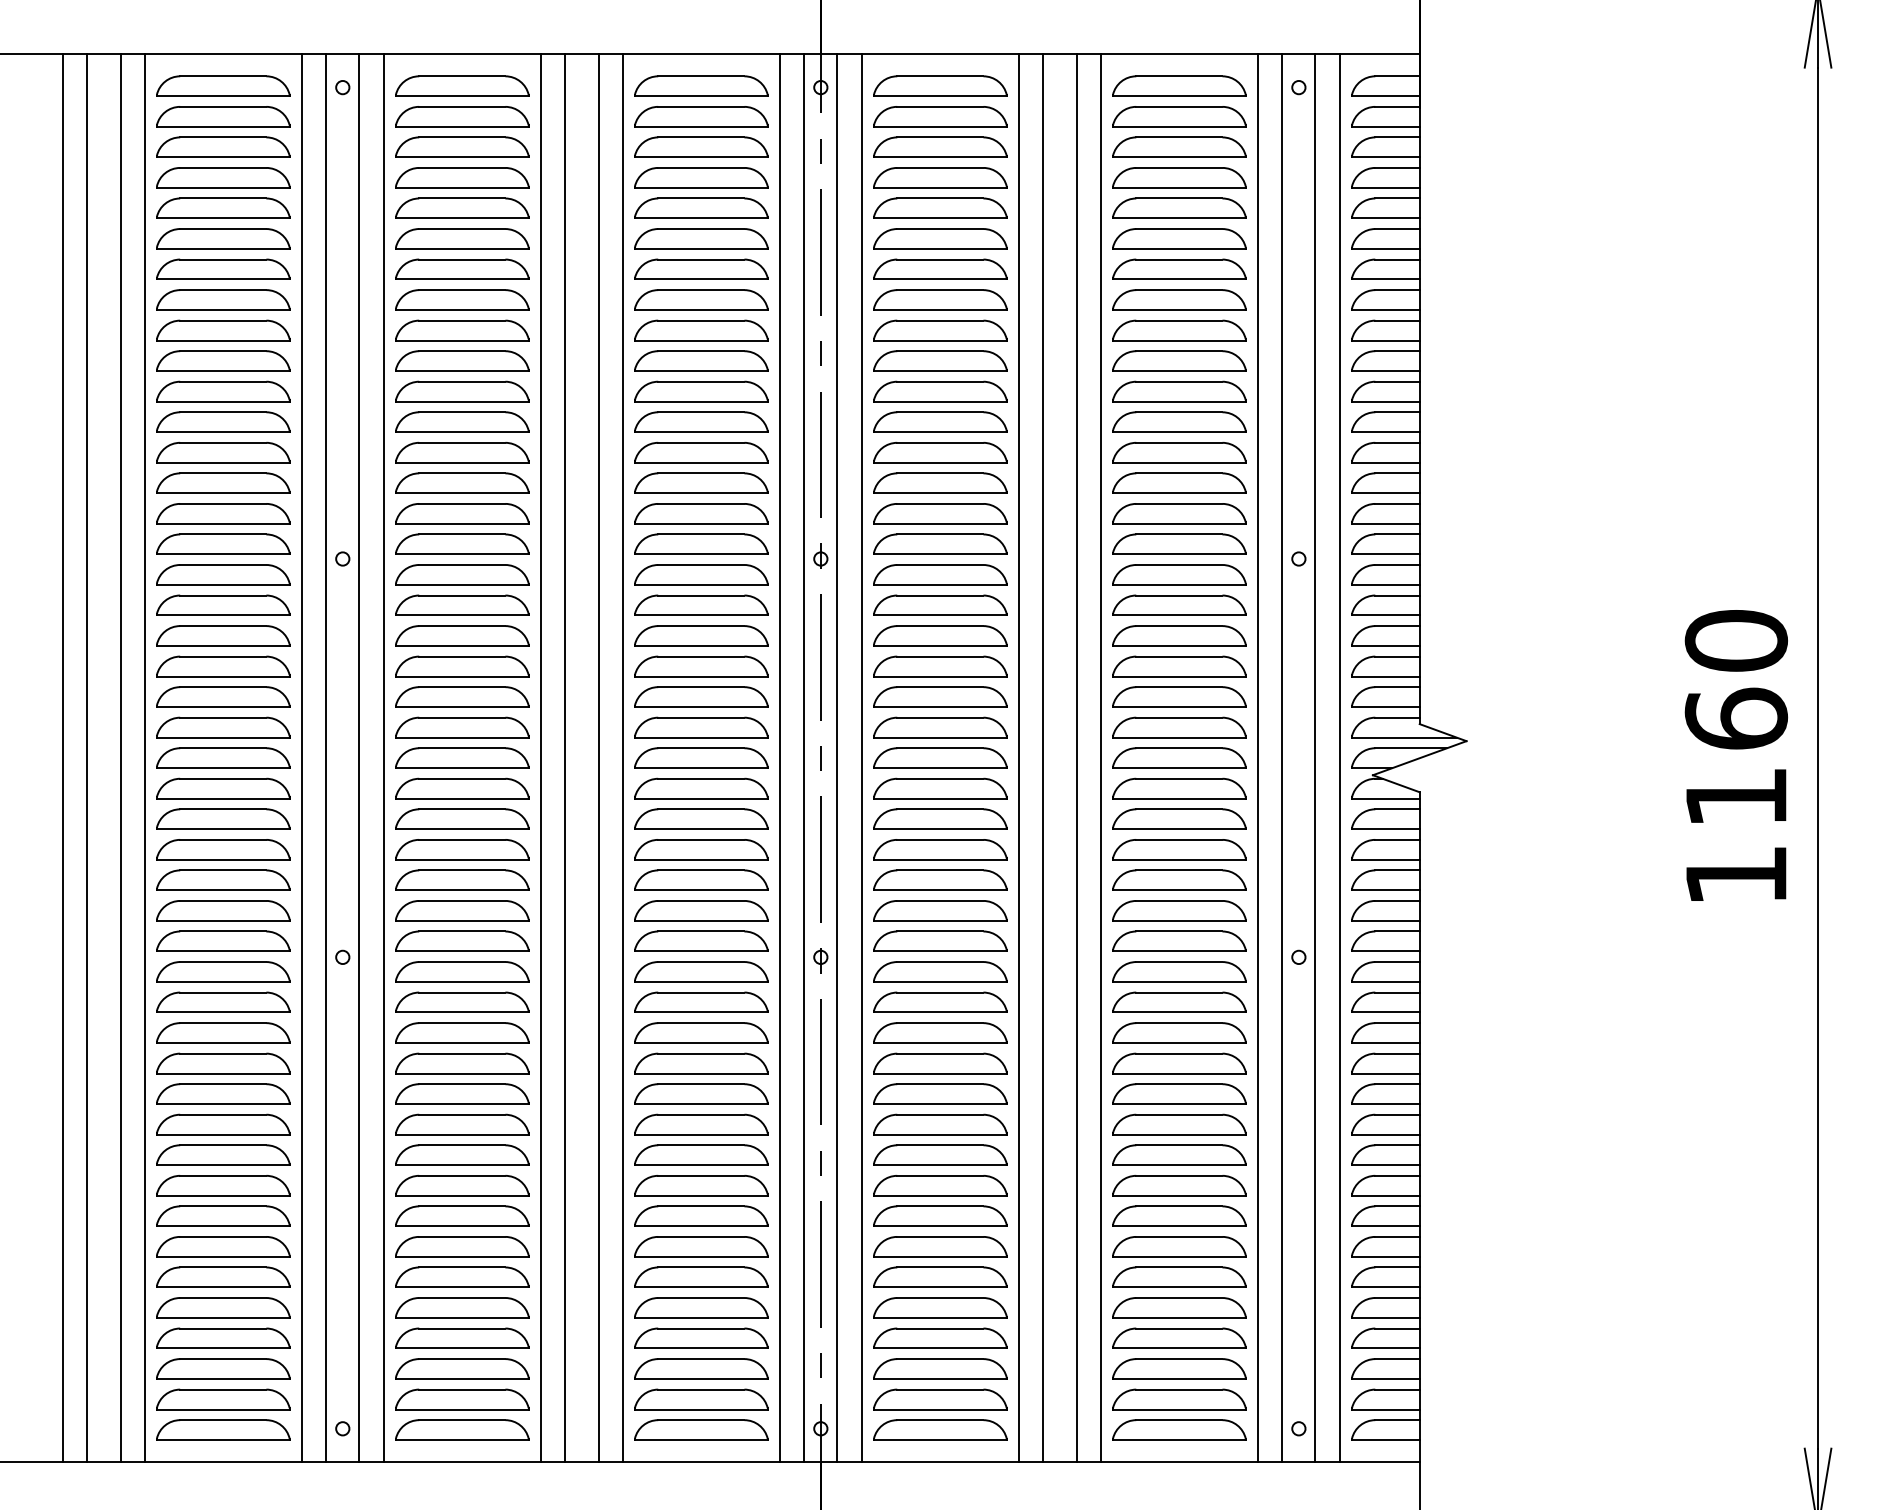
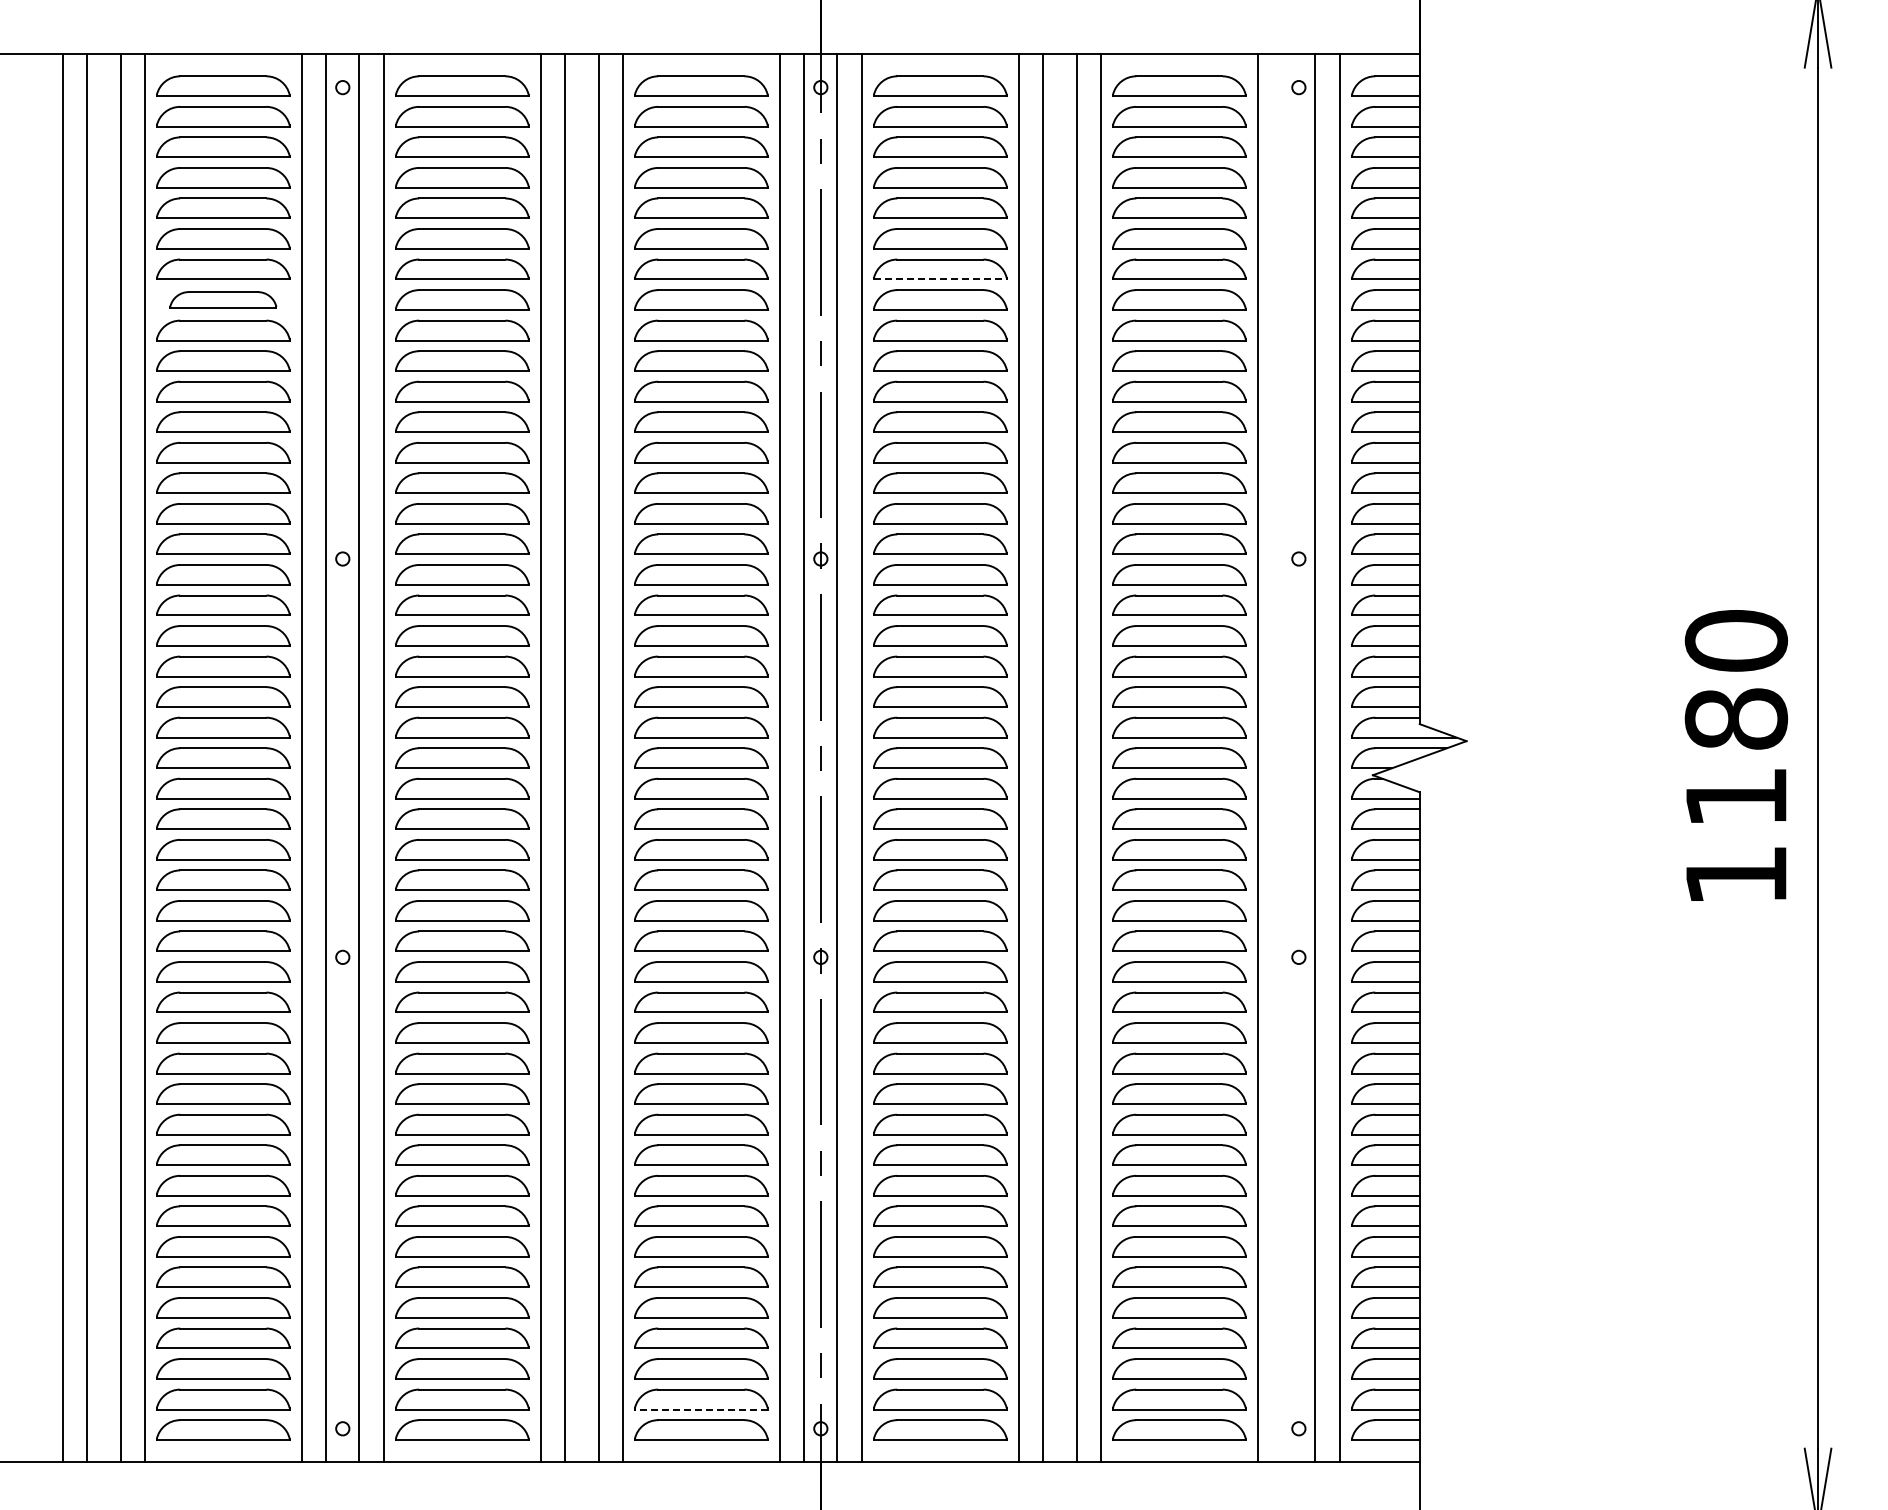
line at (940, 279): solid -> dashed
part at (223, 299) size: 135x22 px -> 109x18 px
text at (1735, 718): 1160 -> 1180
line at (1281, 757): present -> none
line at (700, 1409): solid -> dashed
